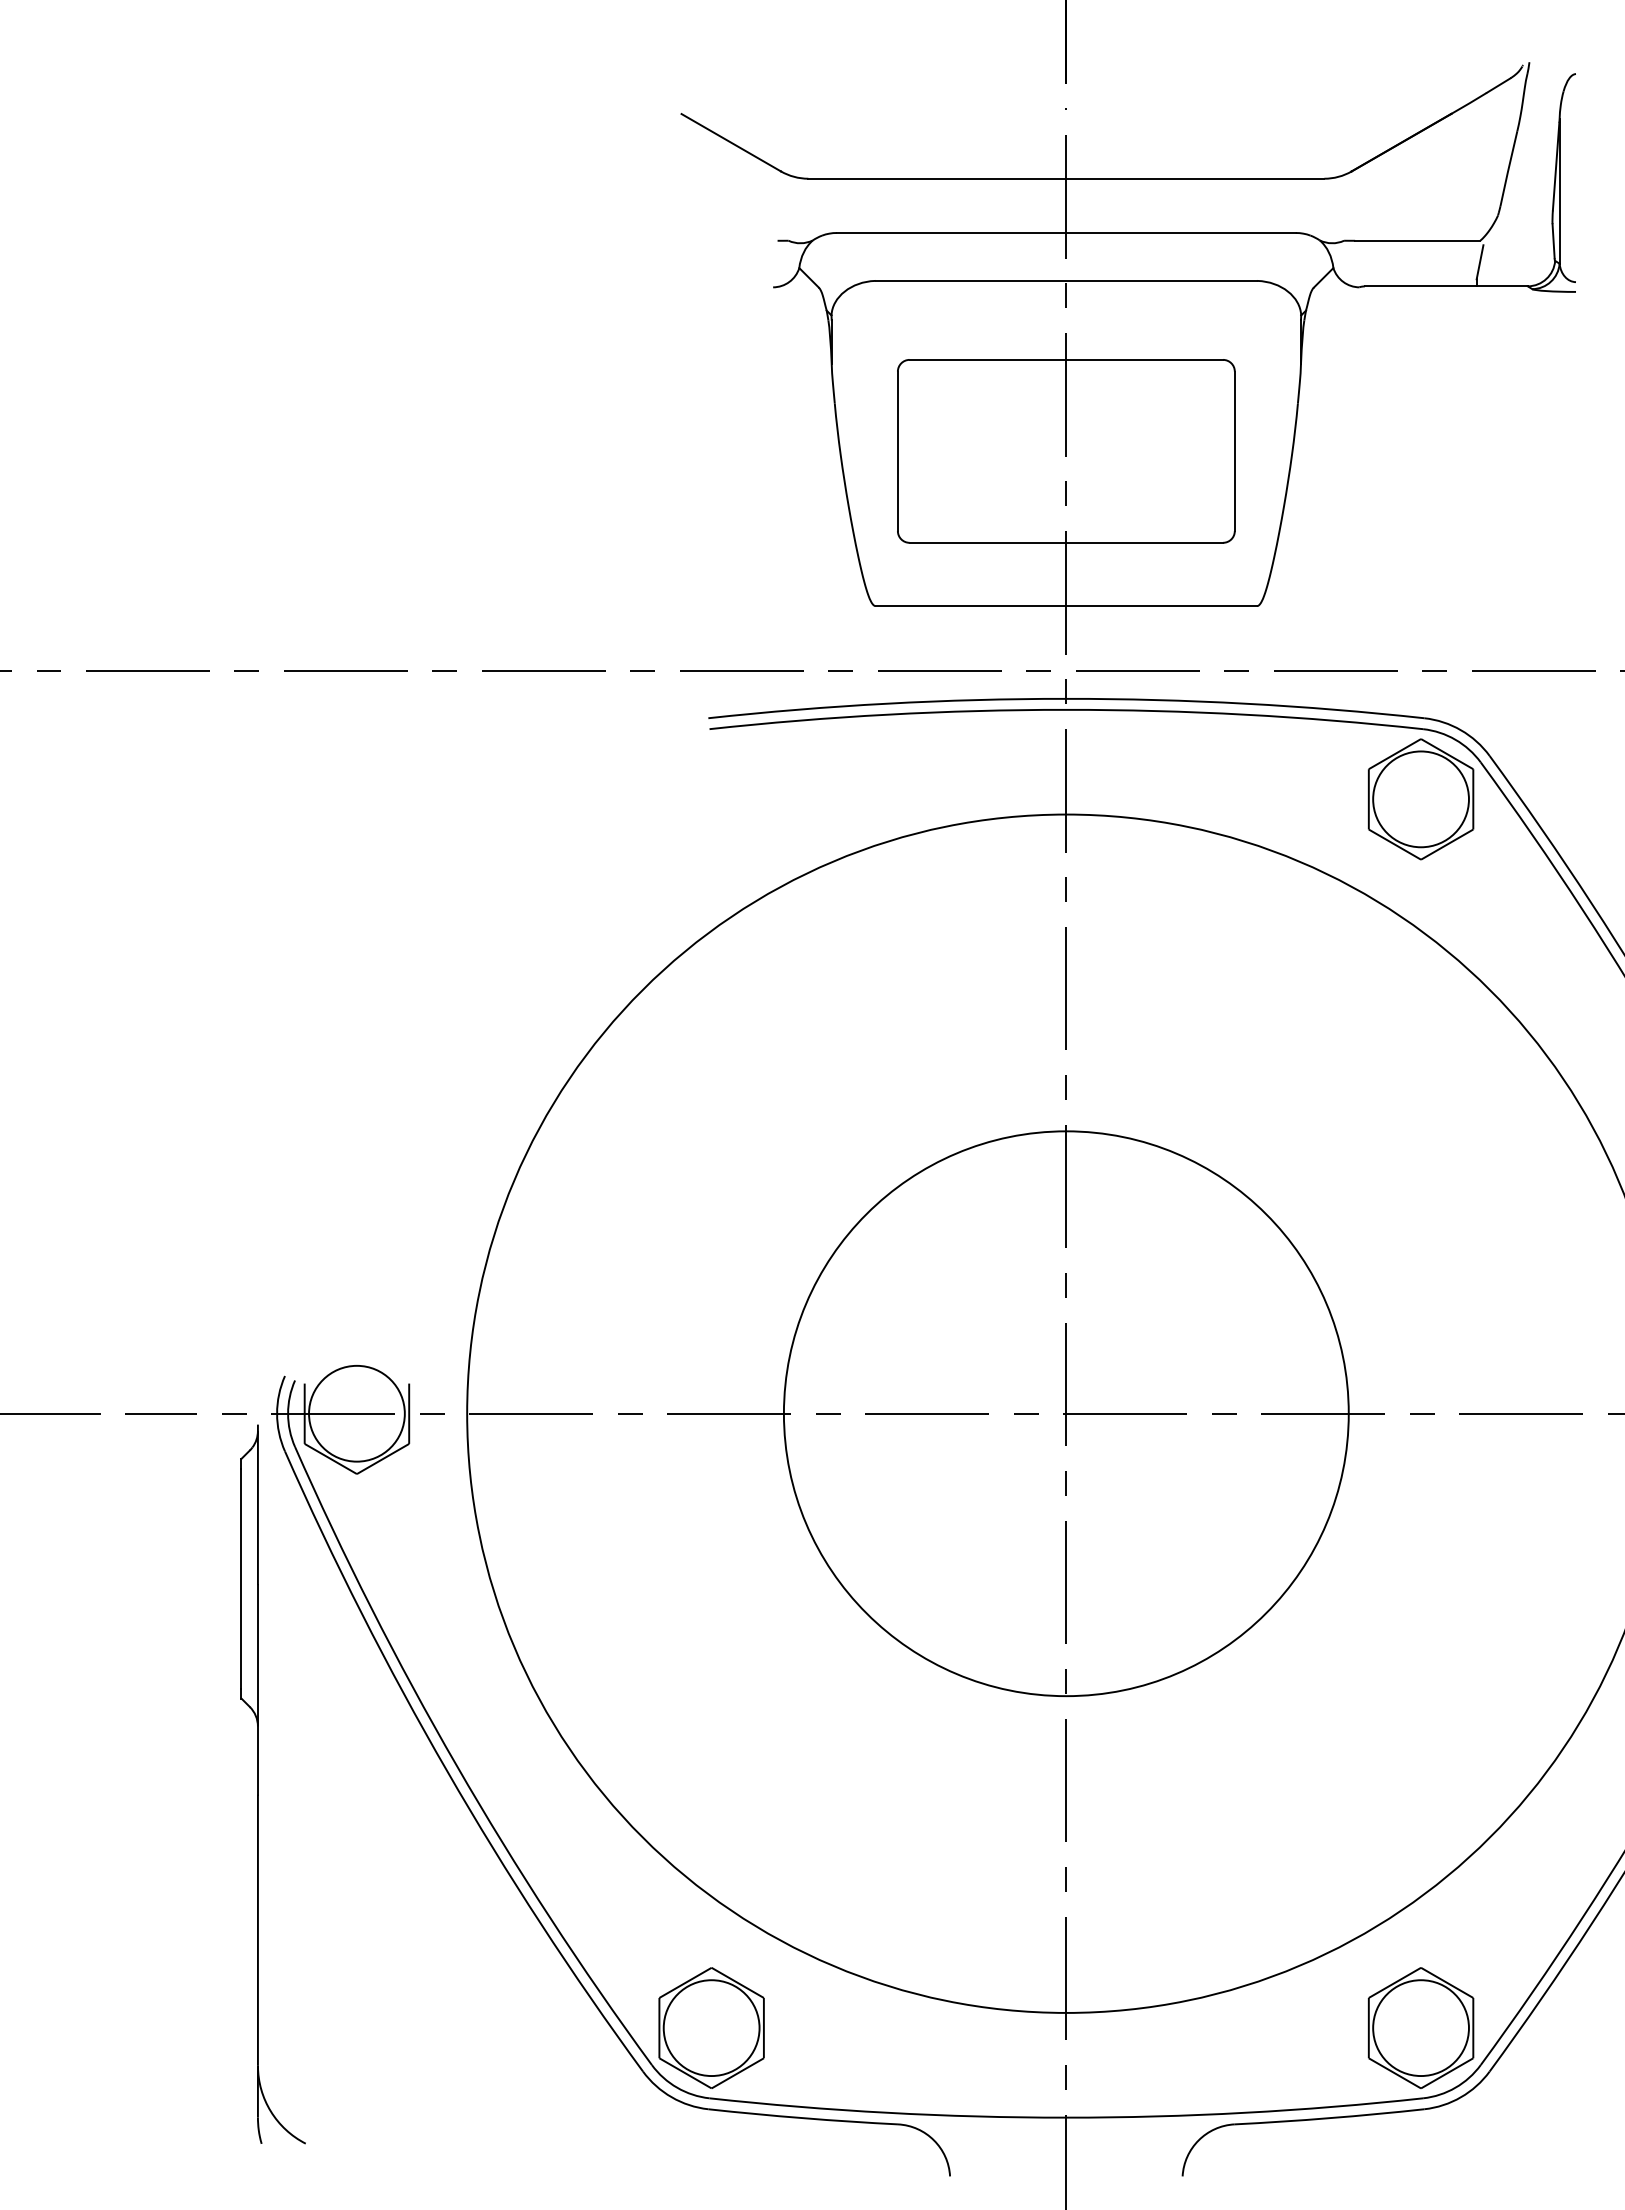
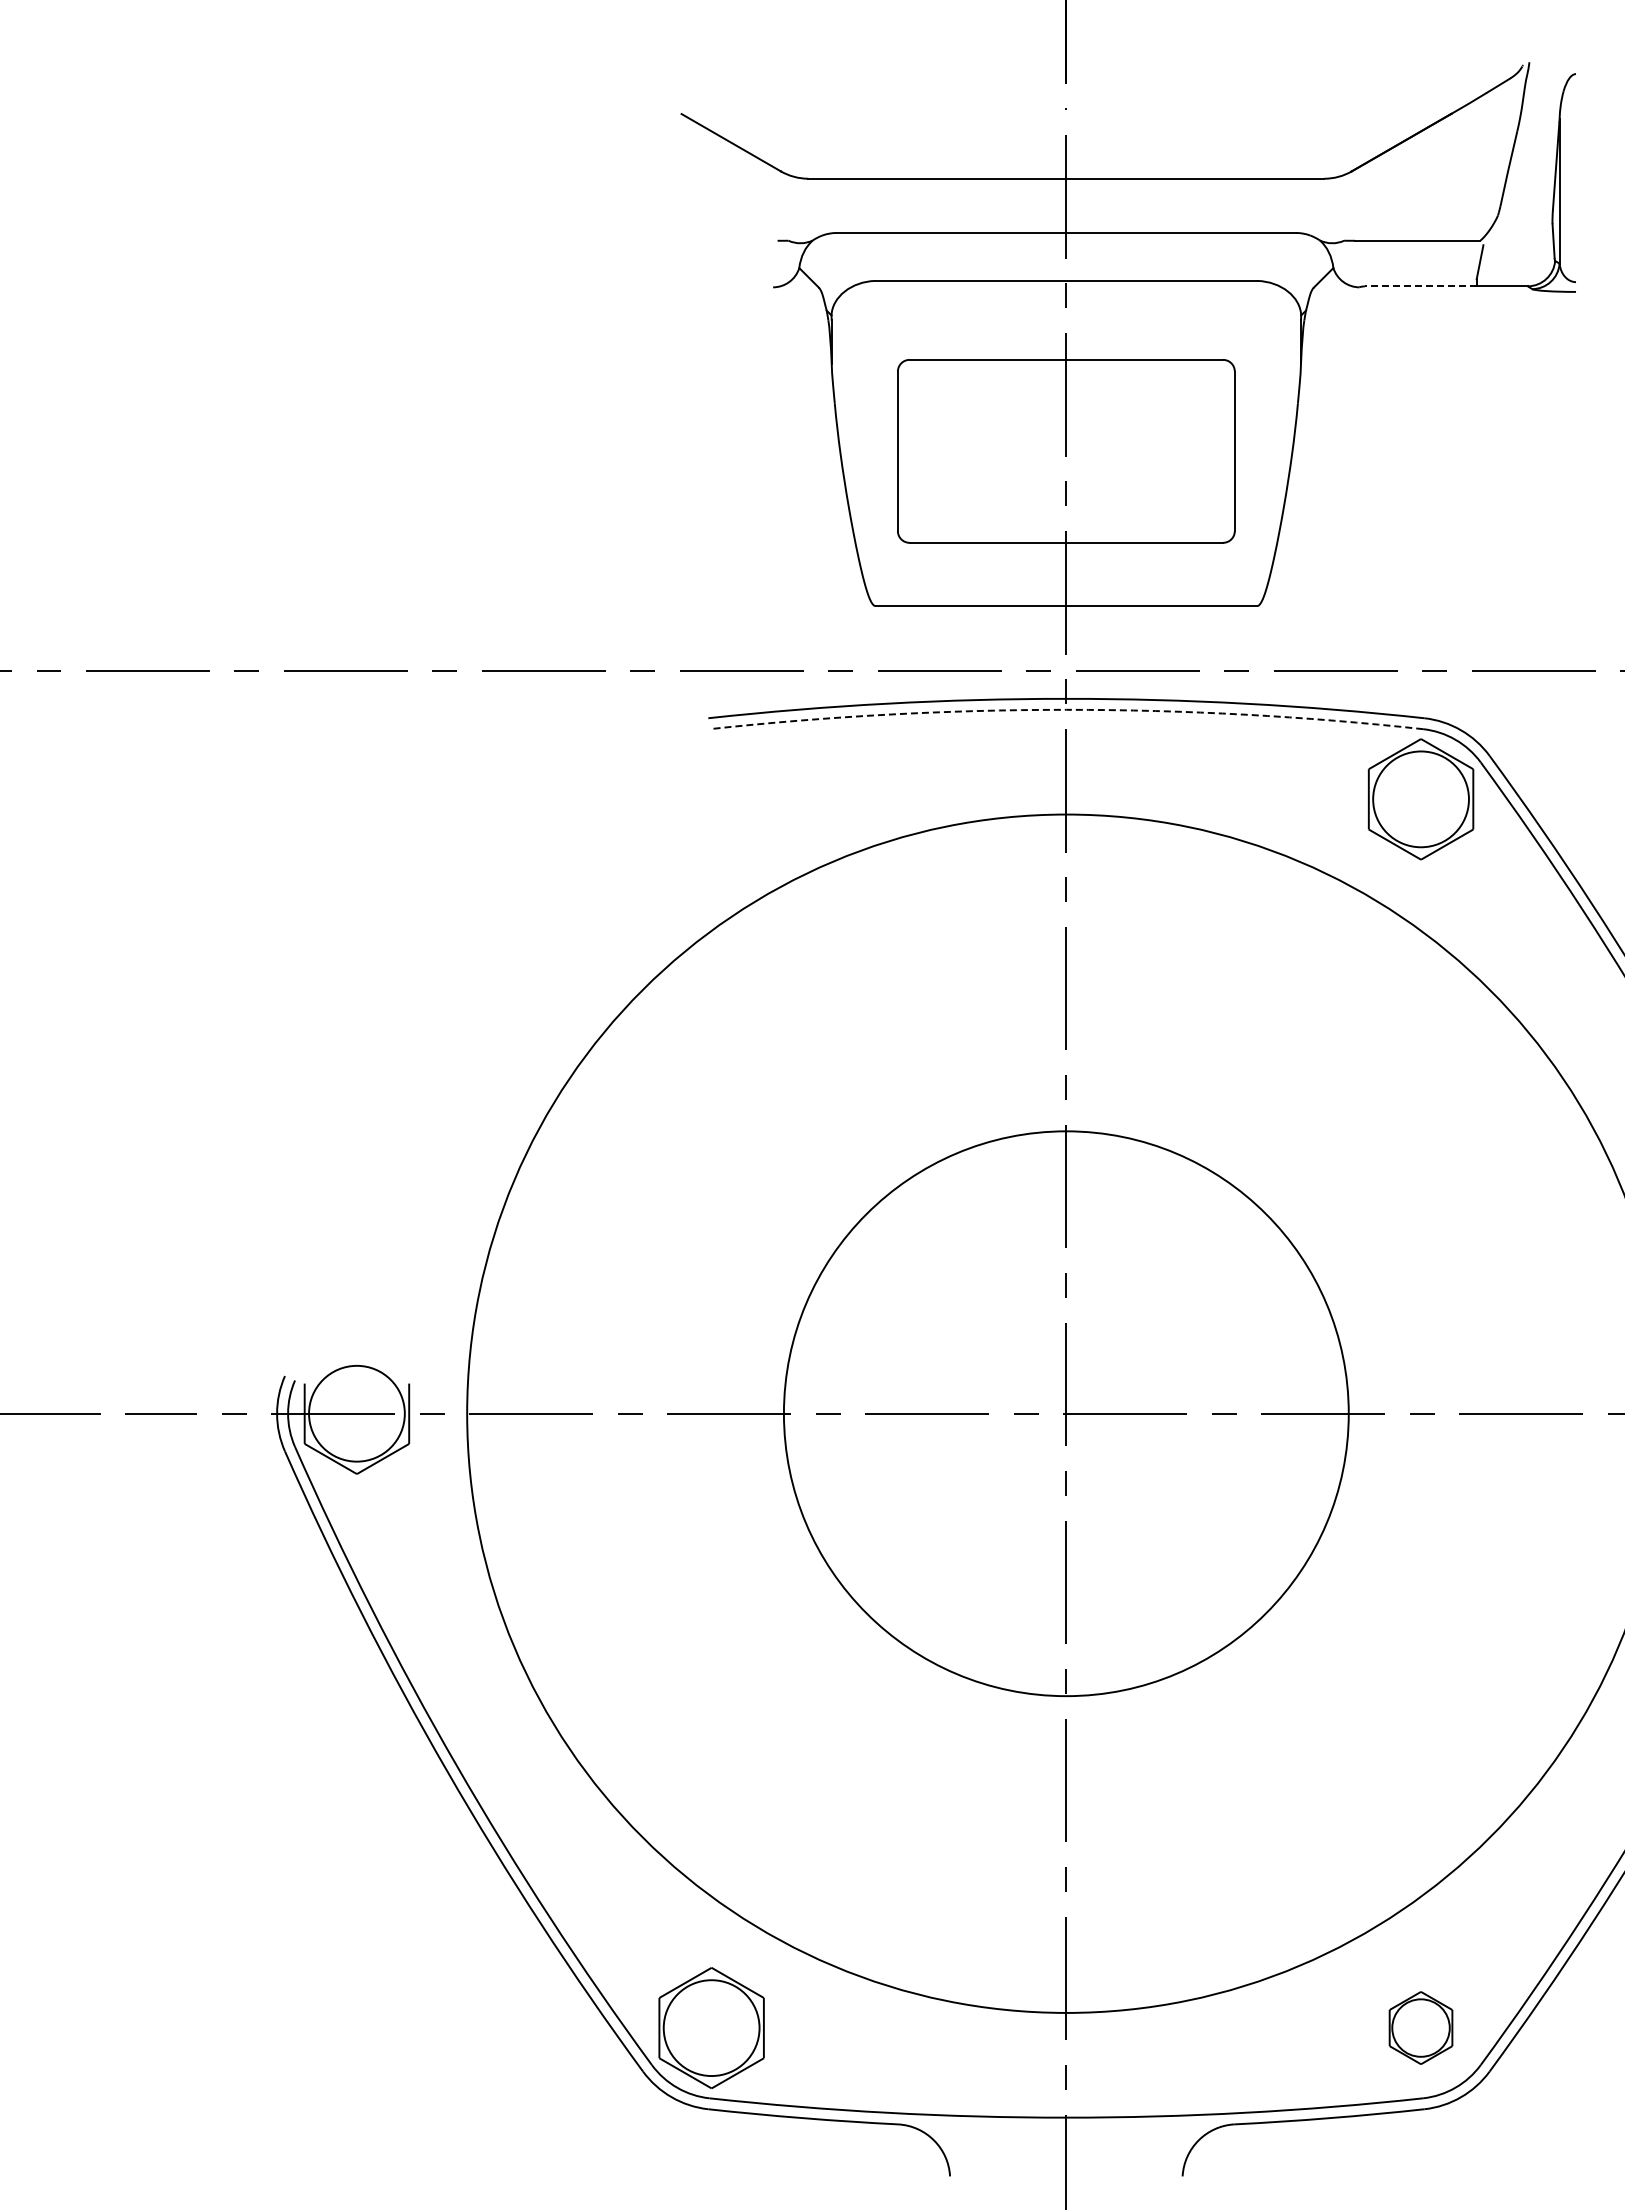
line at (1420, 286): solid -> dashed
arc at (1066, 709): solid -> dashed
part at (258, 1784): present -> none
part at (1420, 2027) size: 108x122 px -> 66x74 px
